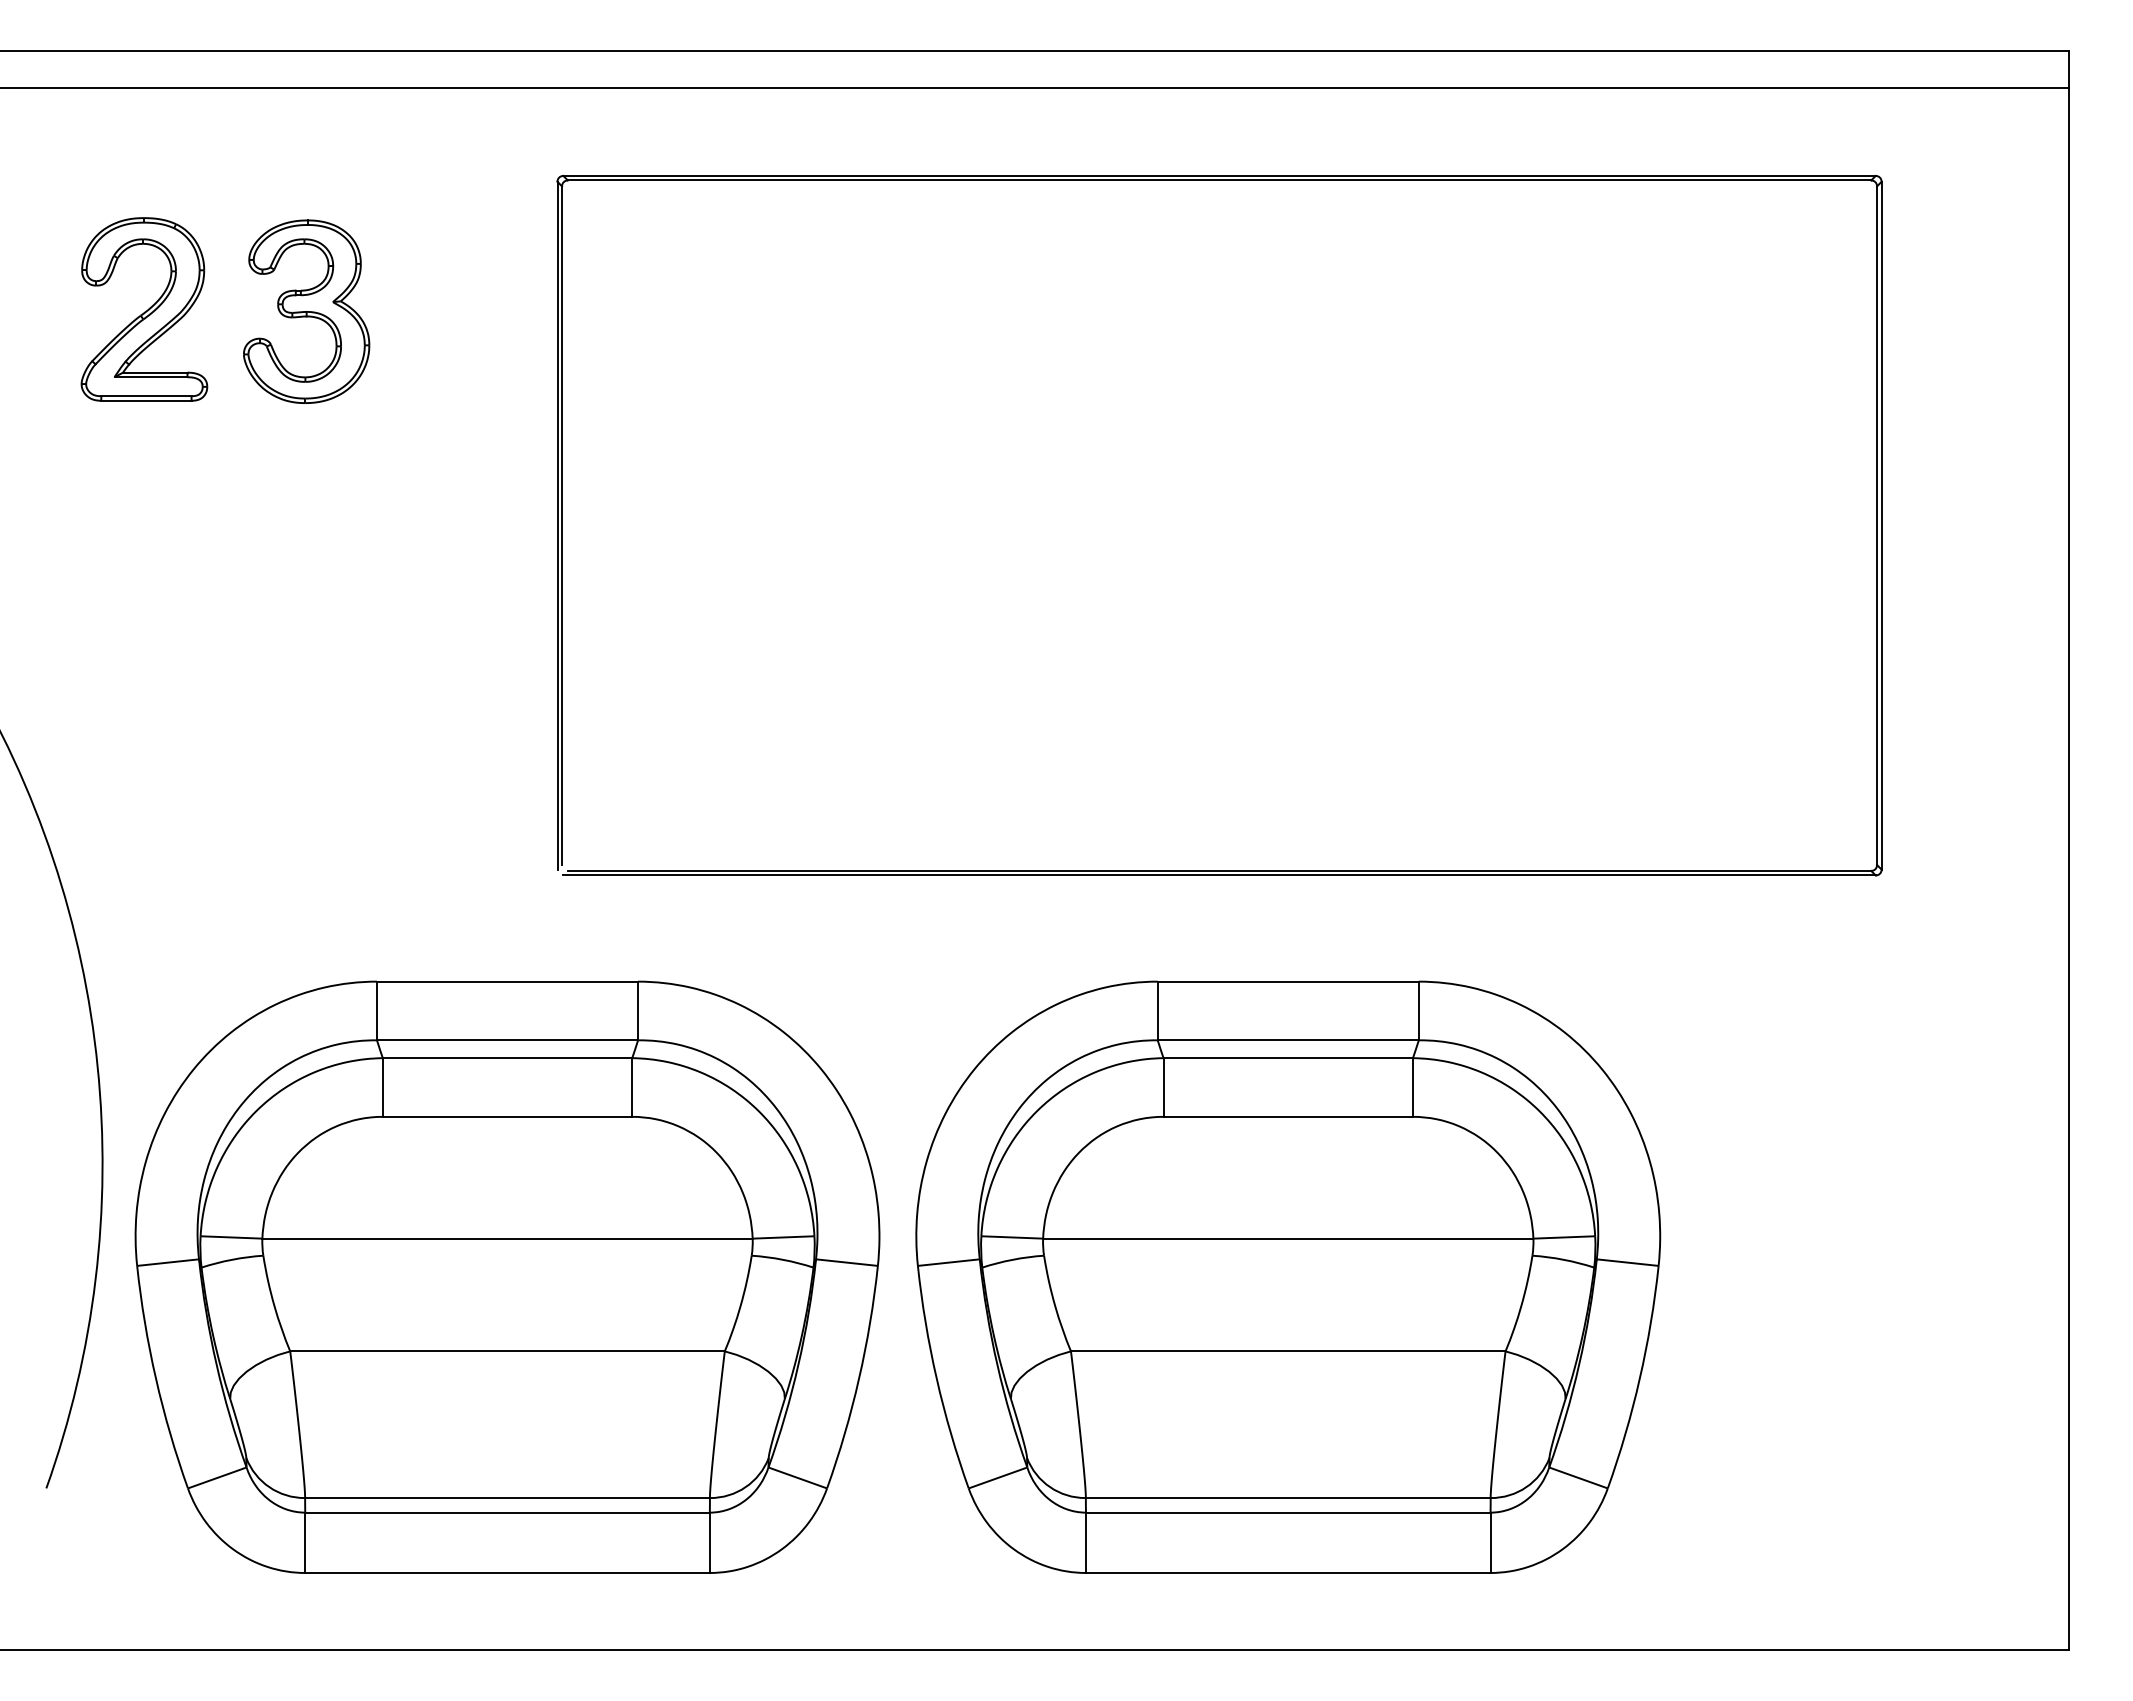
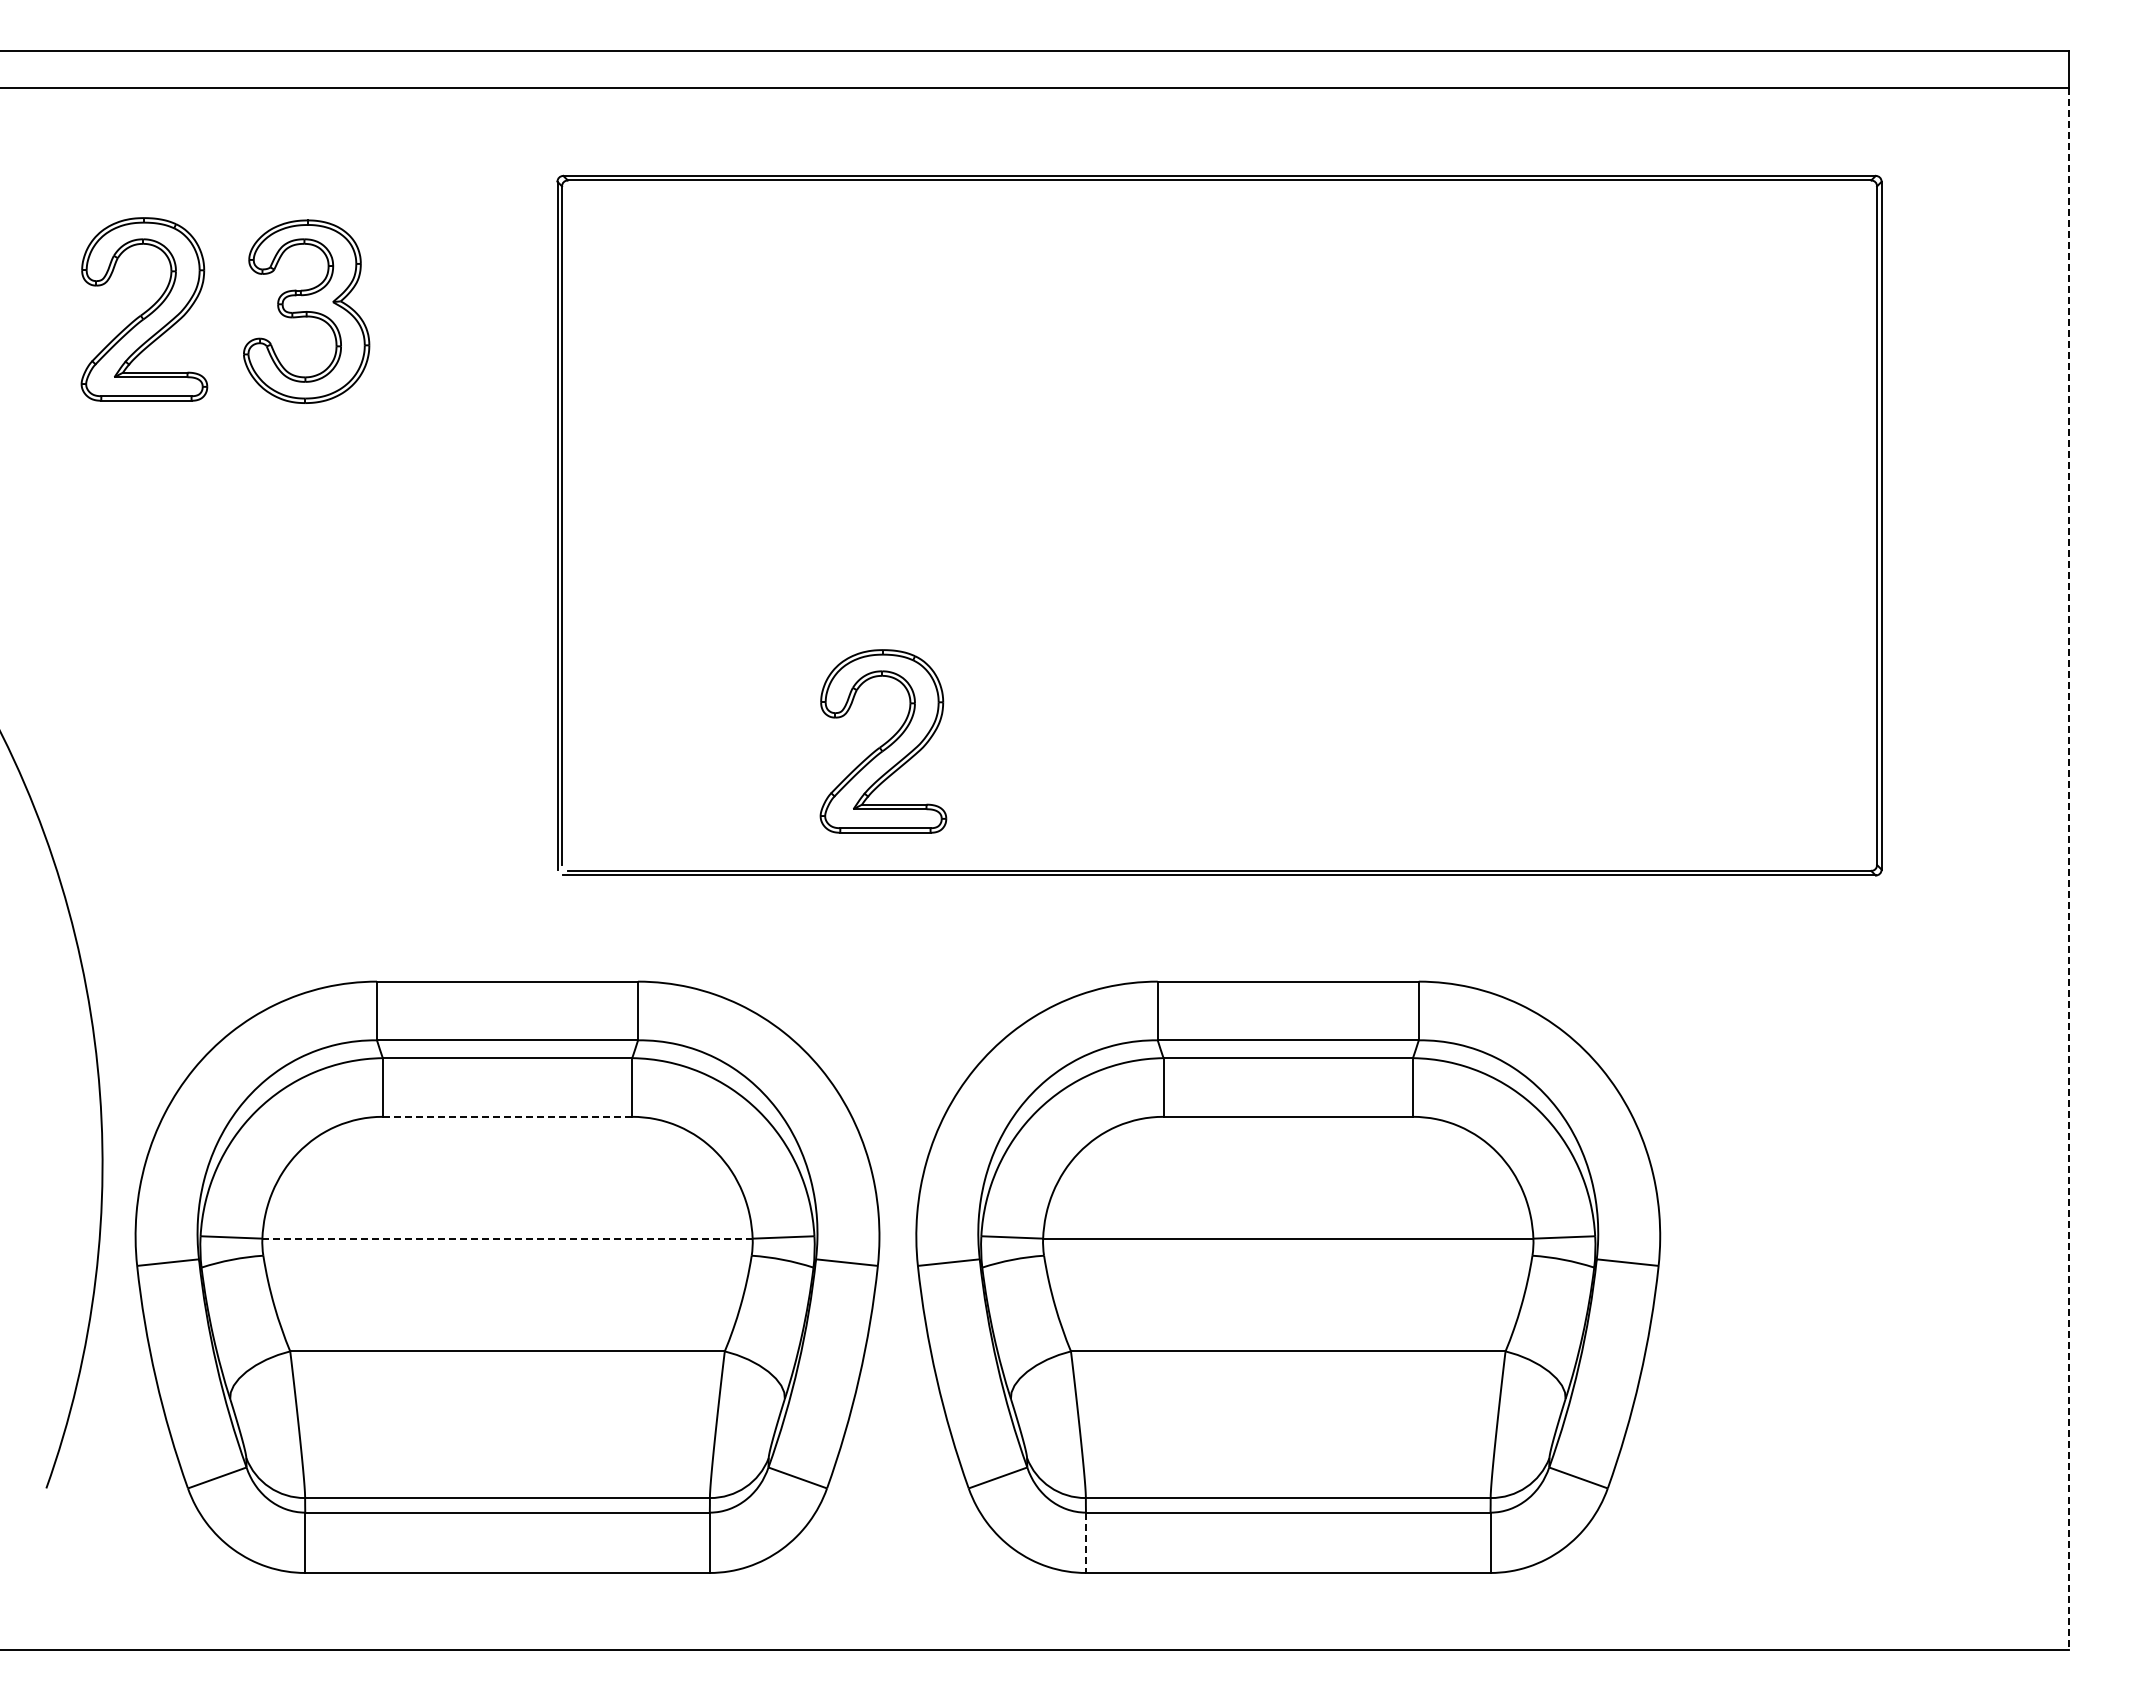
part at (883, 741): none -> present
line at (2069, 869): solid -> dashed
line at (507, 1116): solid -> dashed
line at (507, 1238): solid -> dashed
line at (1085, 1543): solid -> dashed
